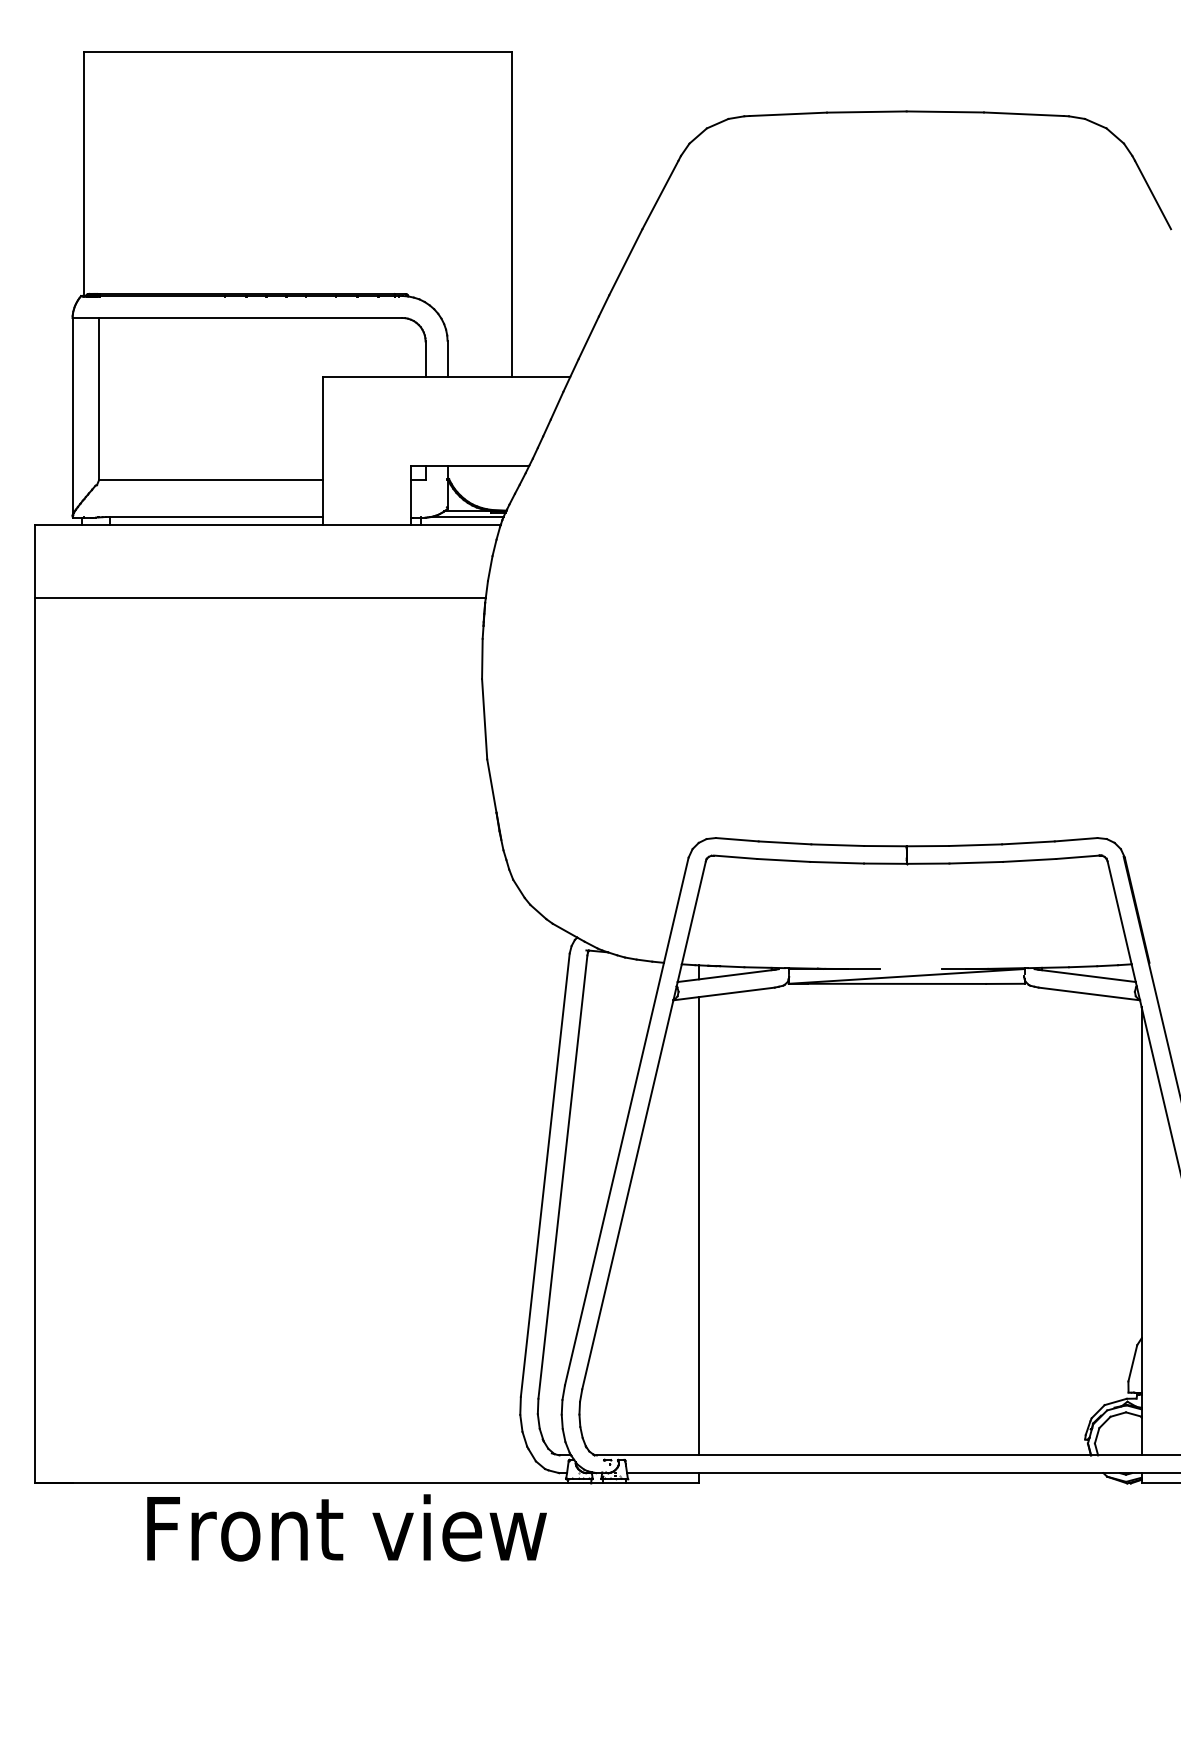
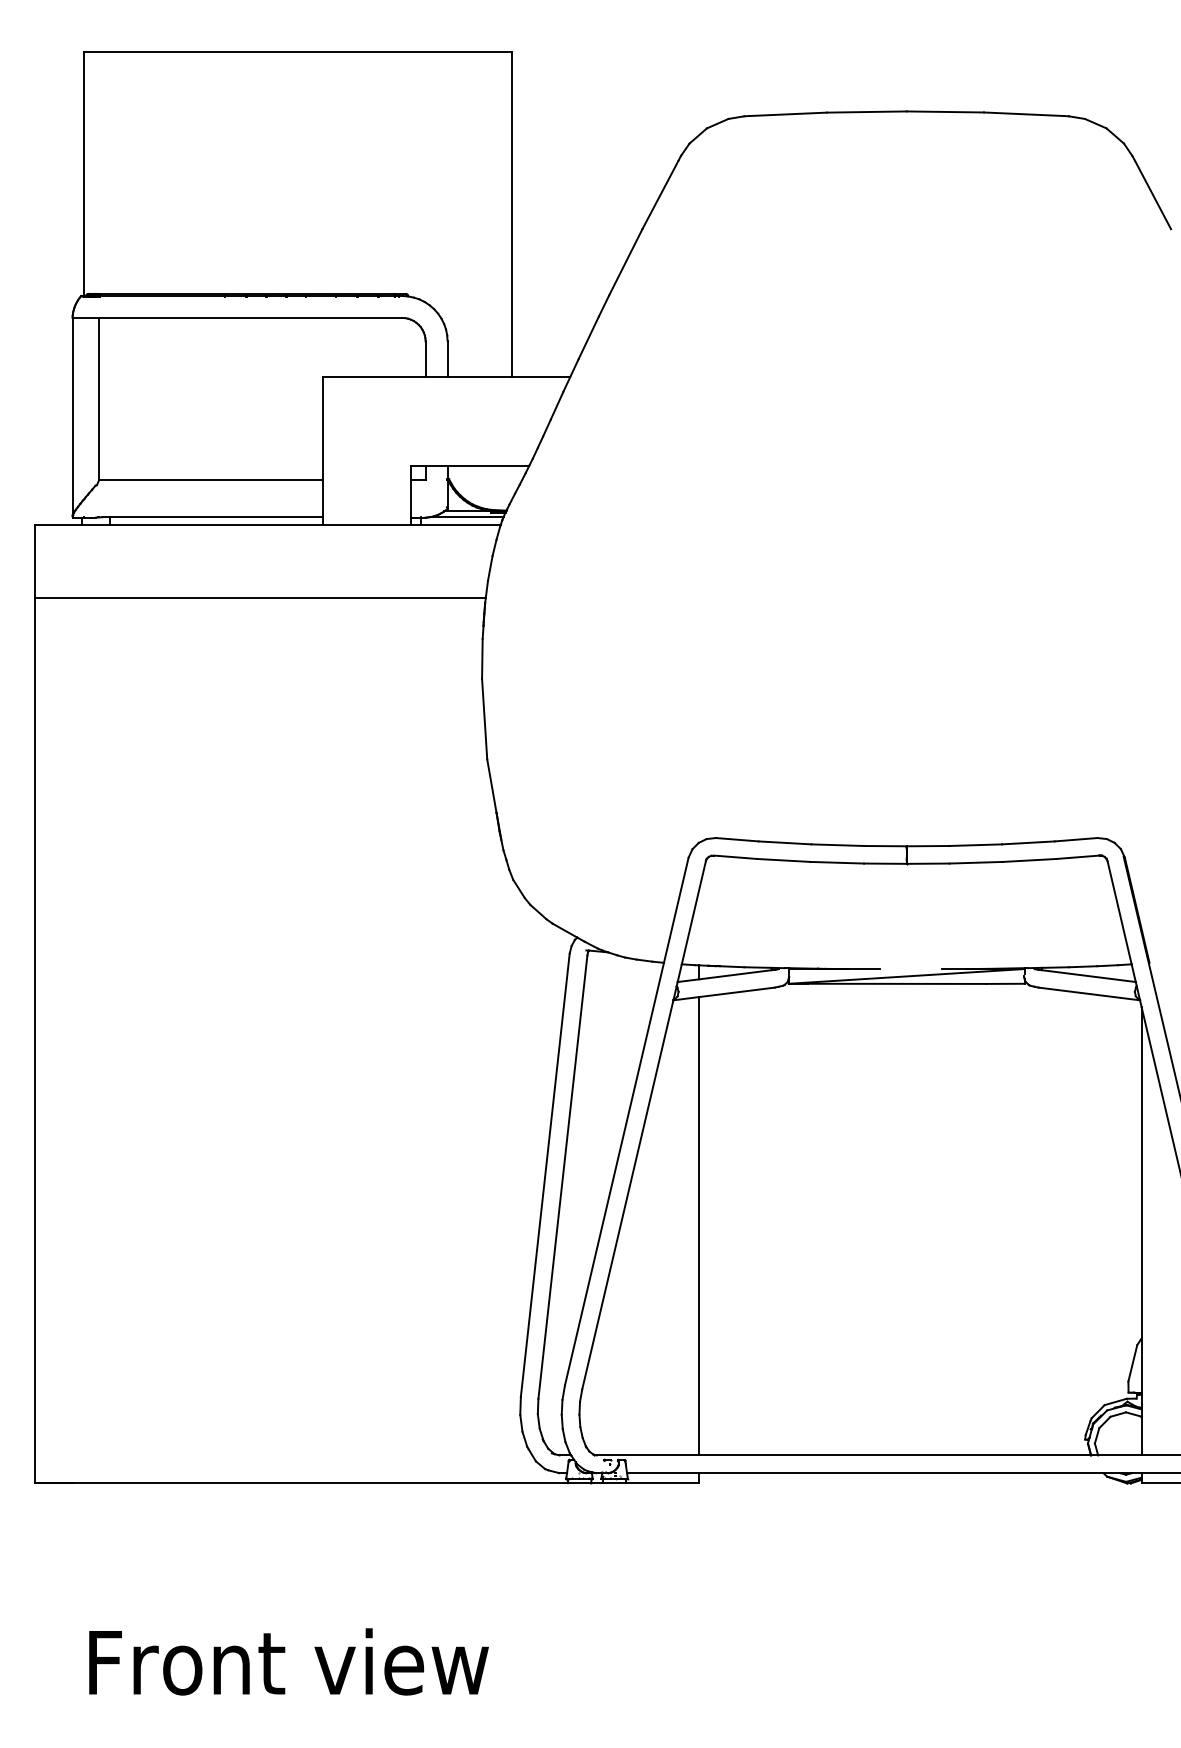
text at (346, 1527) position: (346, 1527) -> (288, 1661)
